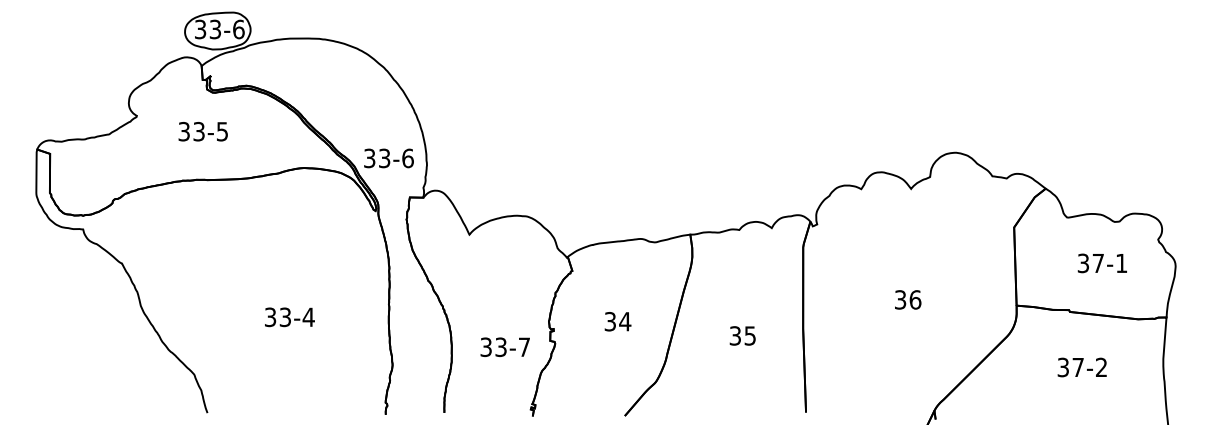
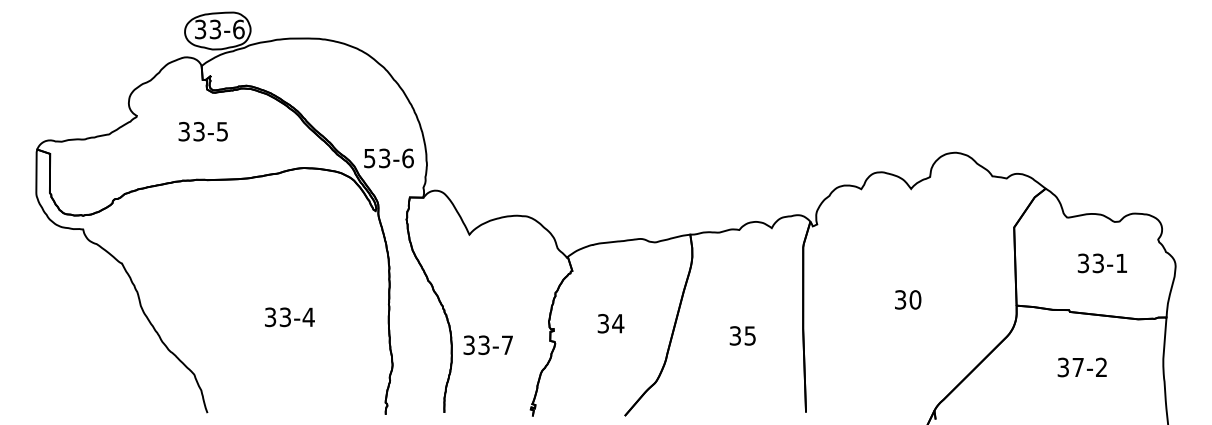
text at (369, 157): 33-6 -> 53-6
text at (1097, 263): 37-1 -> 33-1
text at (915, 299): 36 -> 30
text at (617, 321) position: (617, 321) -> (610, 323)
text at (504, 346) position: (504, 346) -> (487, 344)
